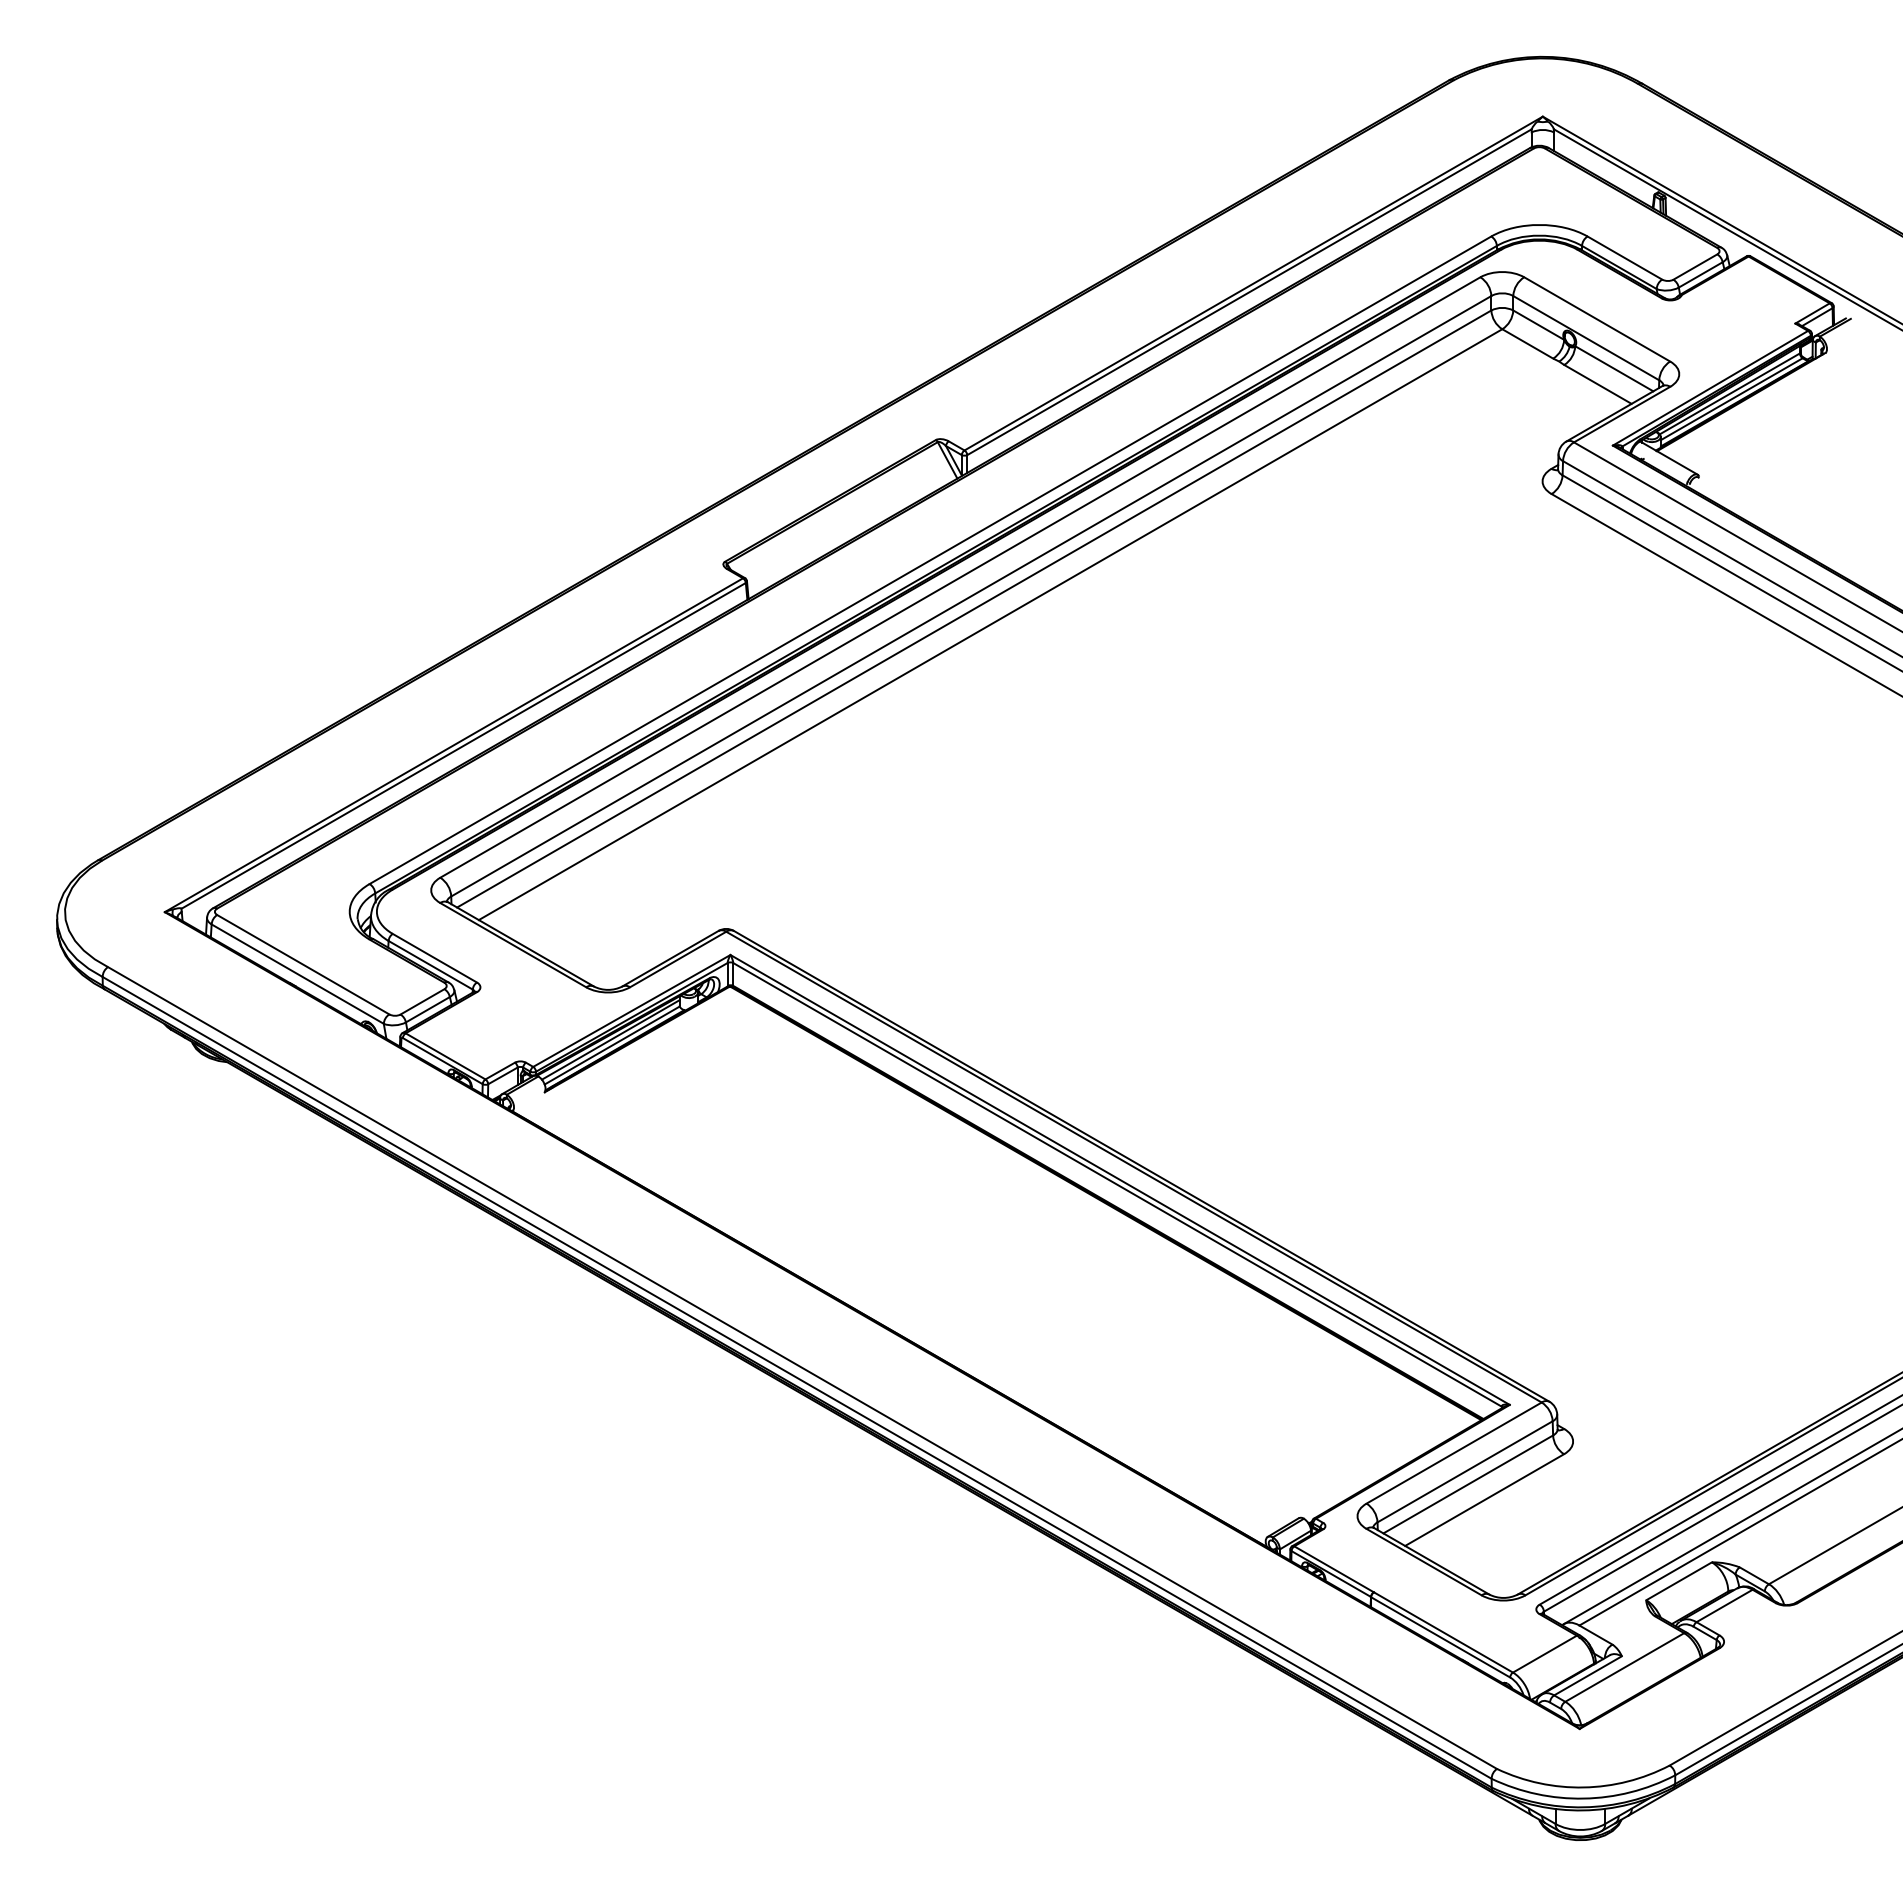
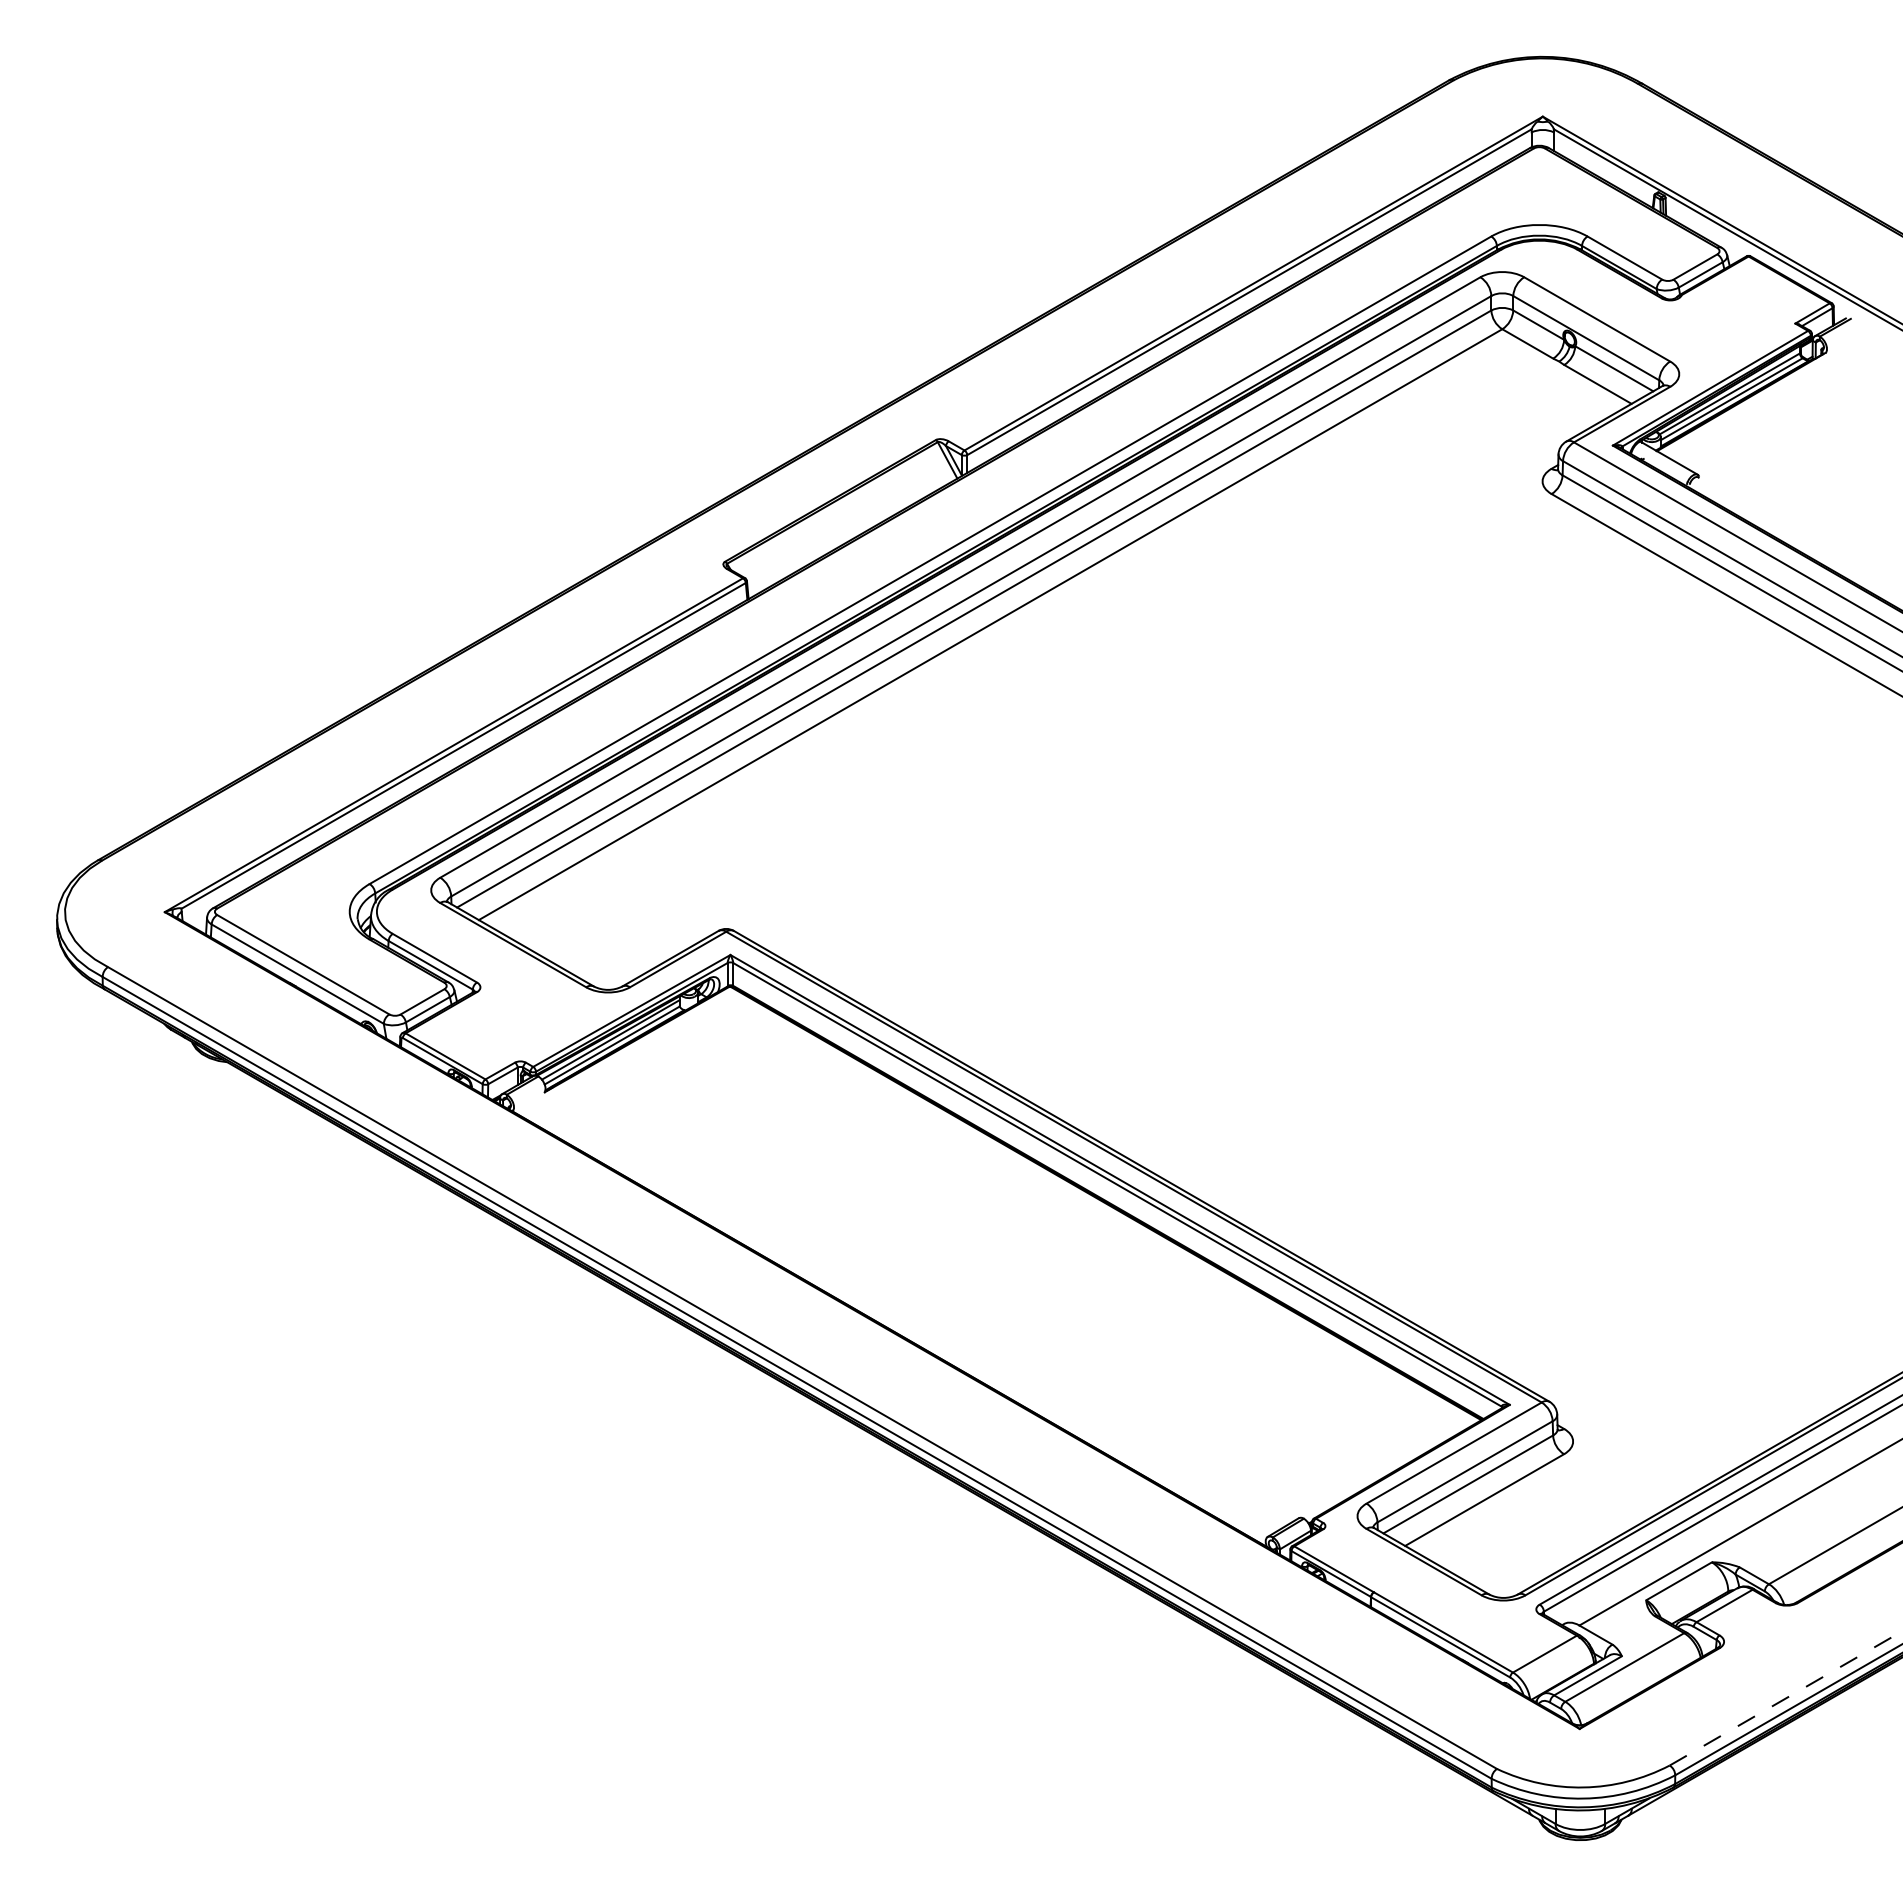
line at (1731, 1527): present -> none
line at (1786, 1698): solid -> dashed
